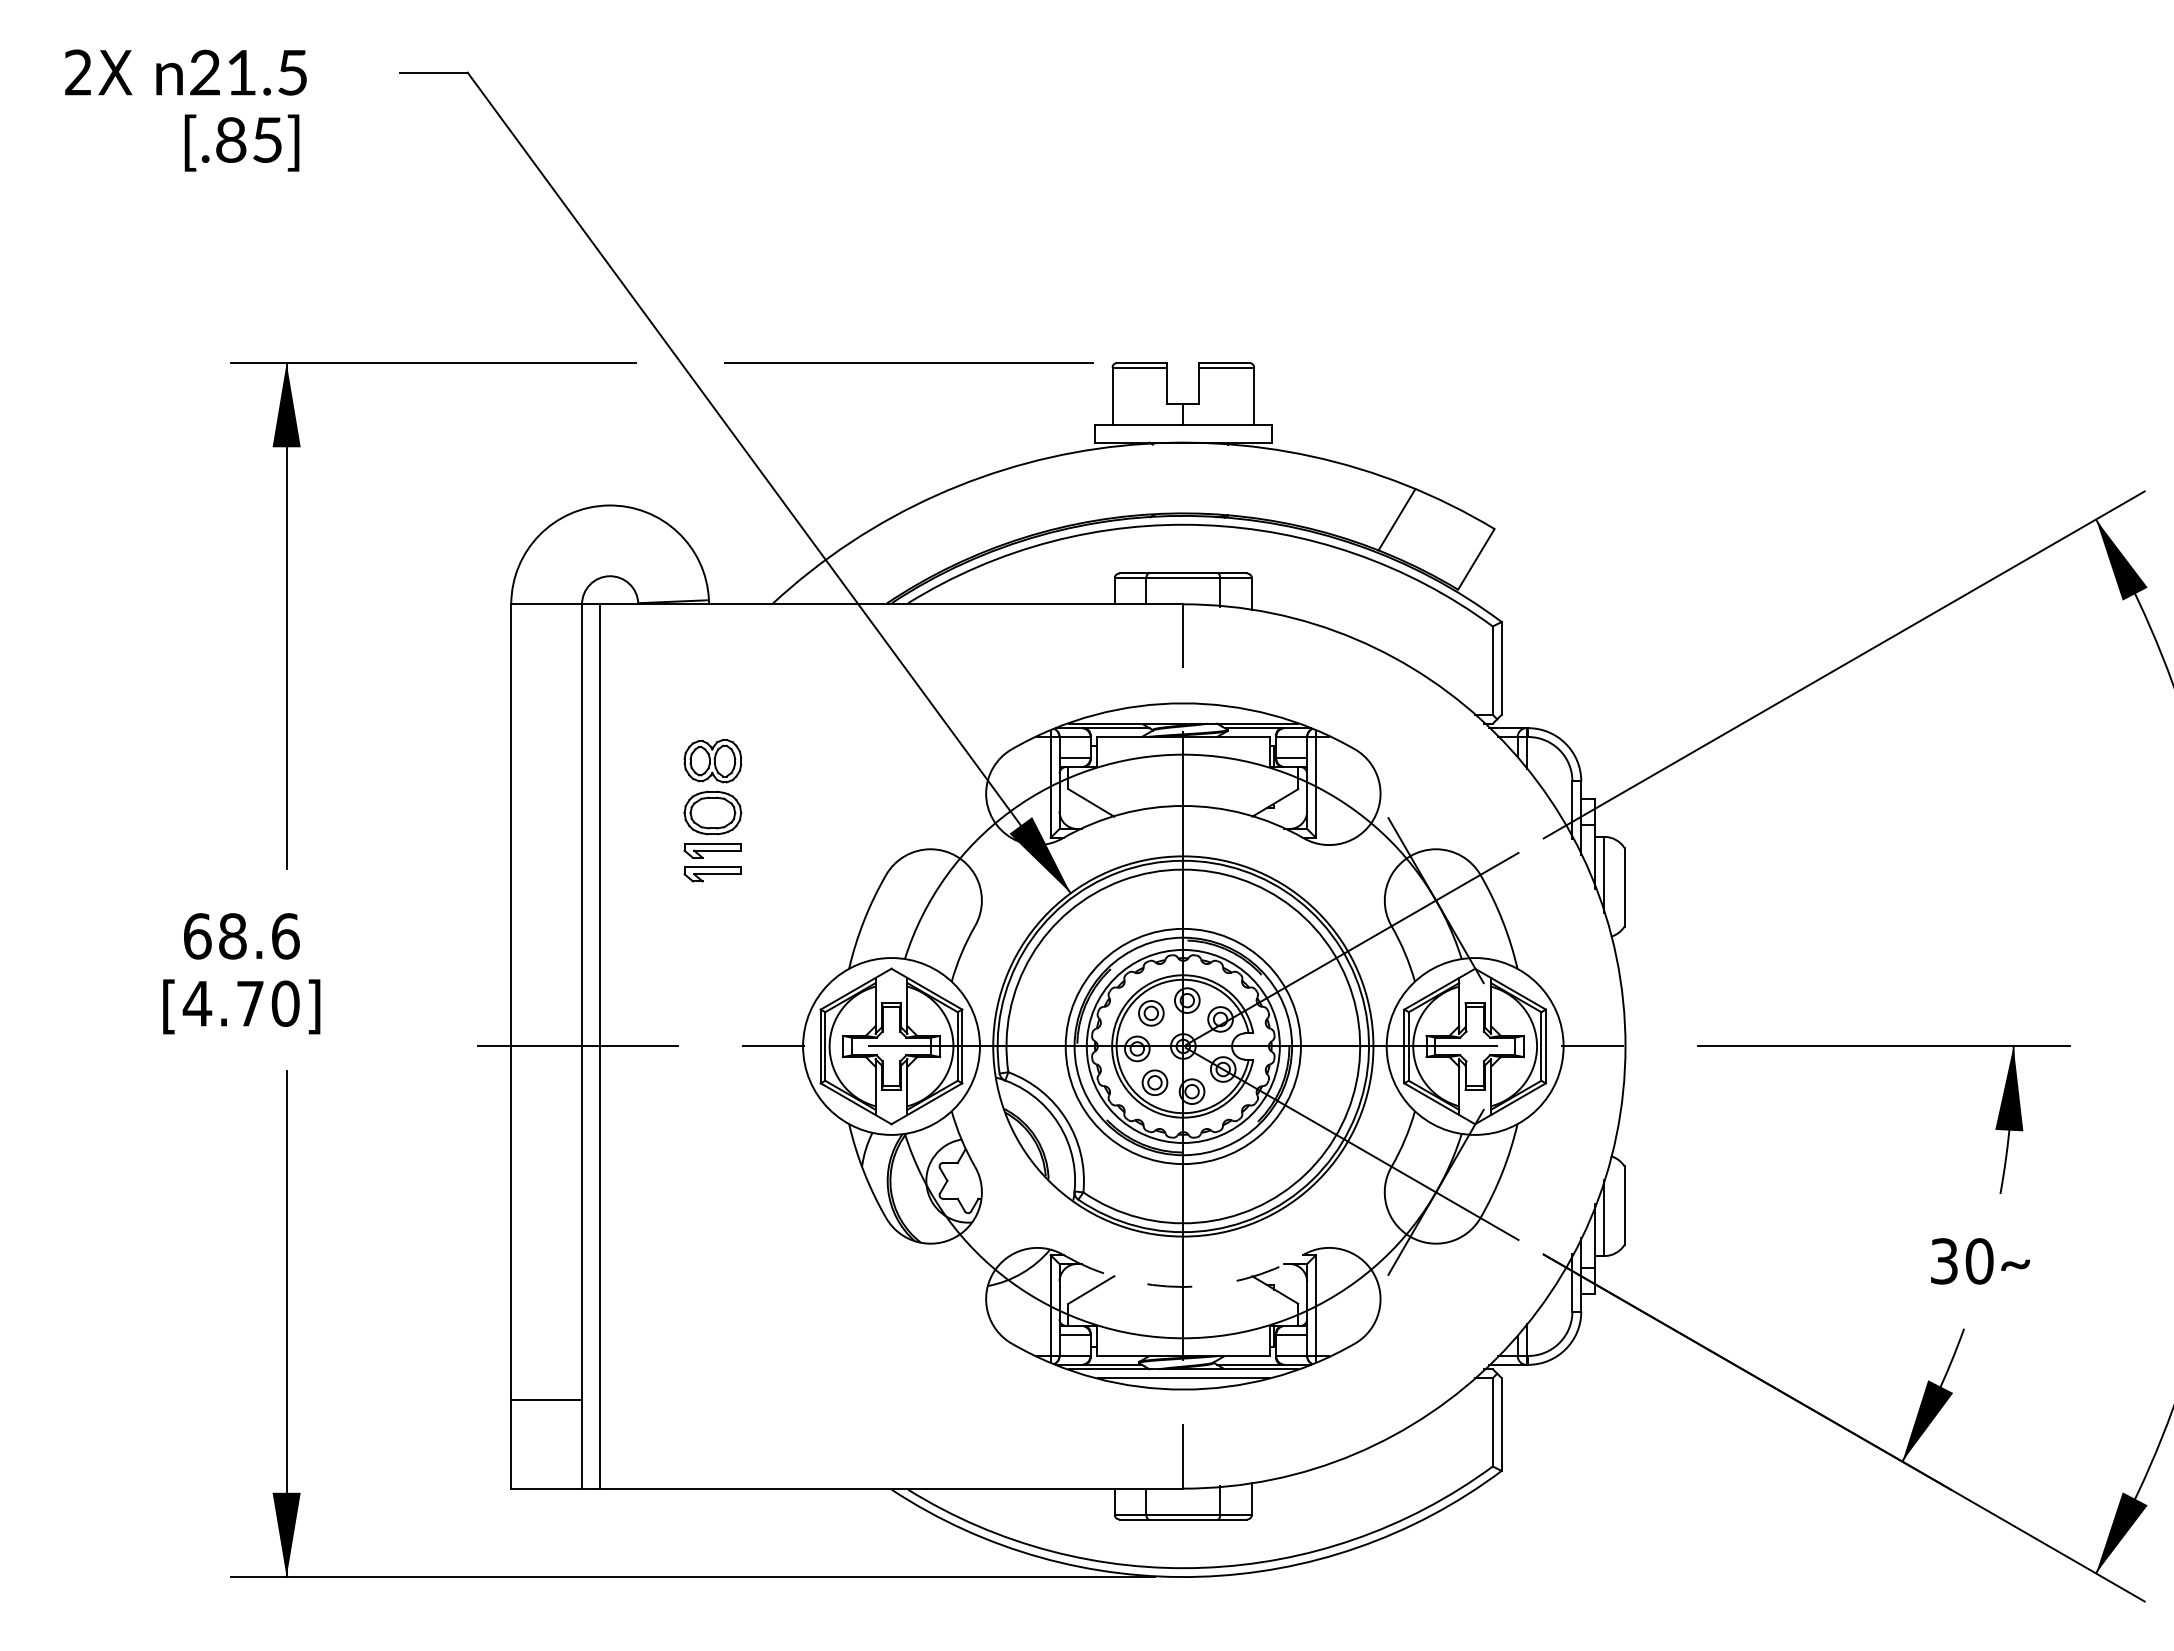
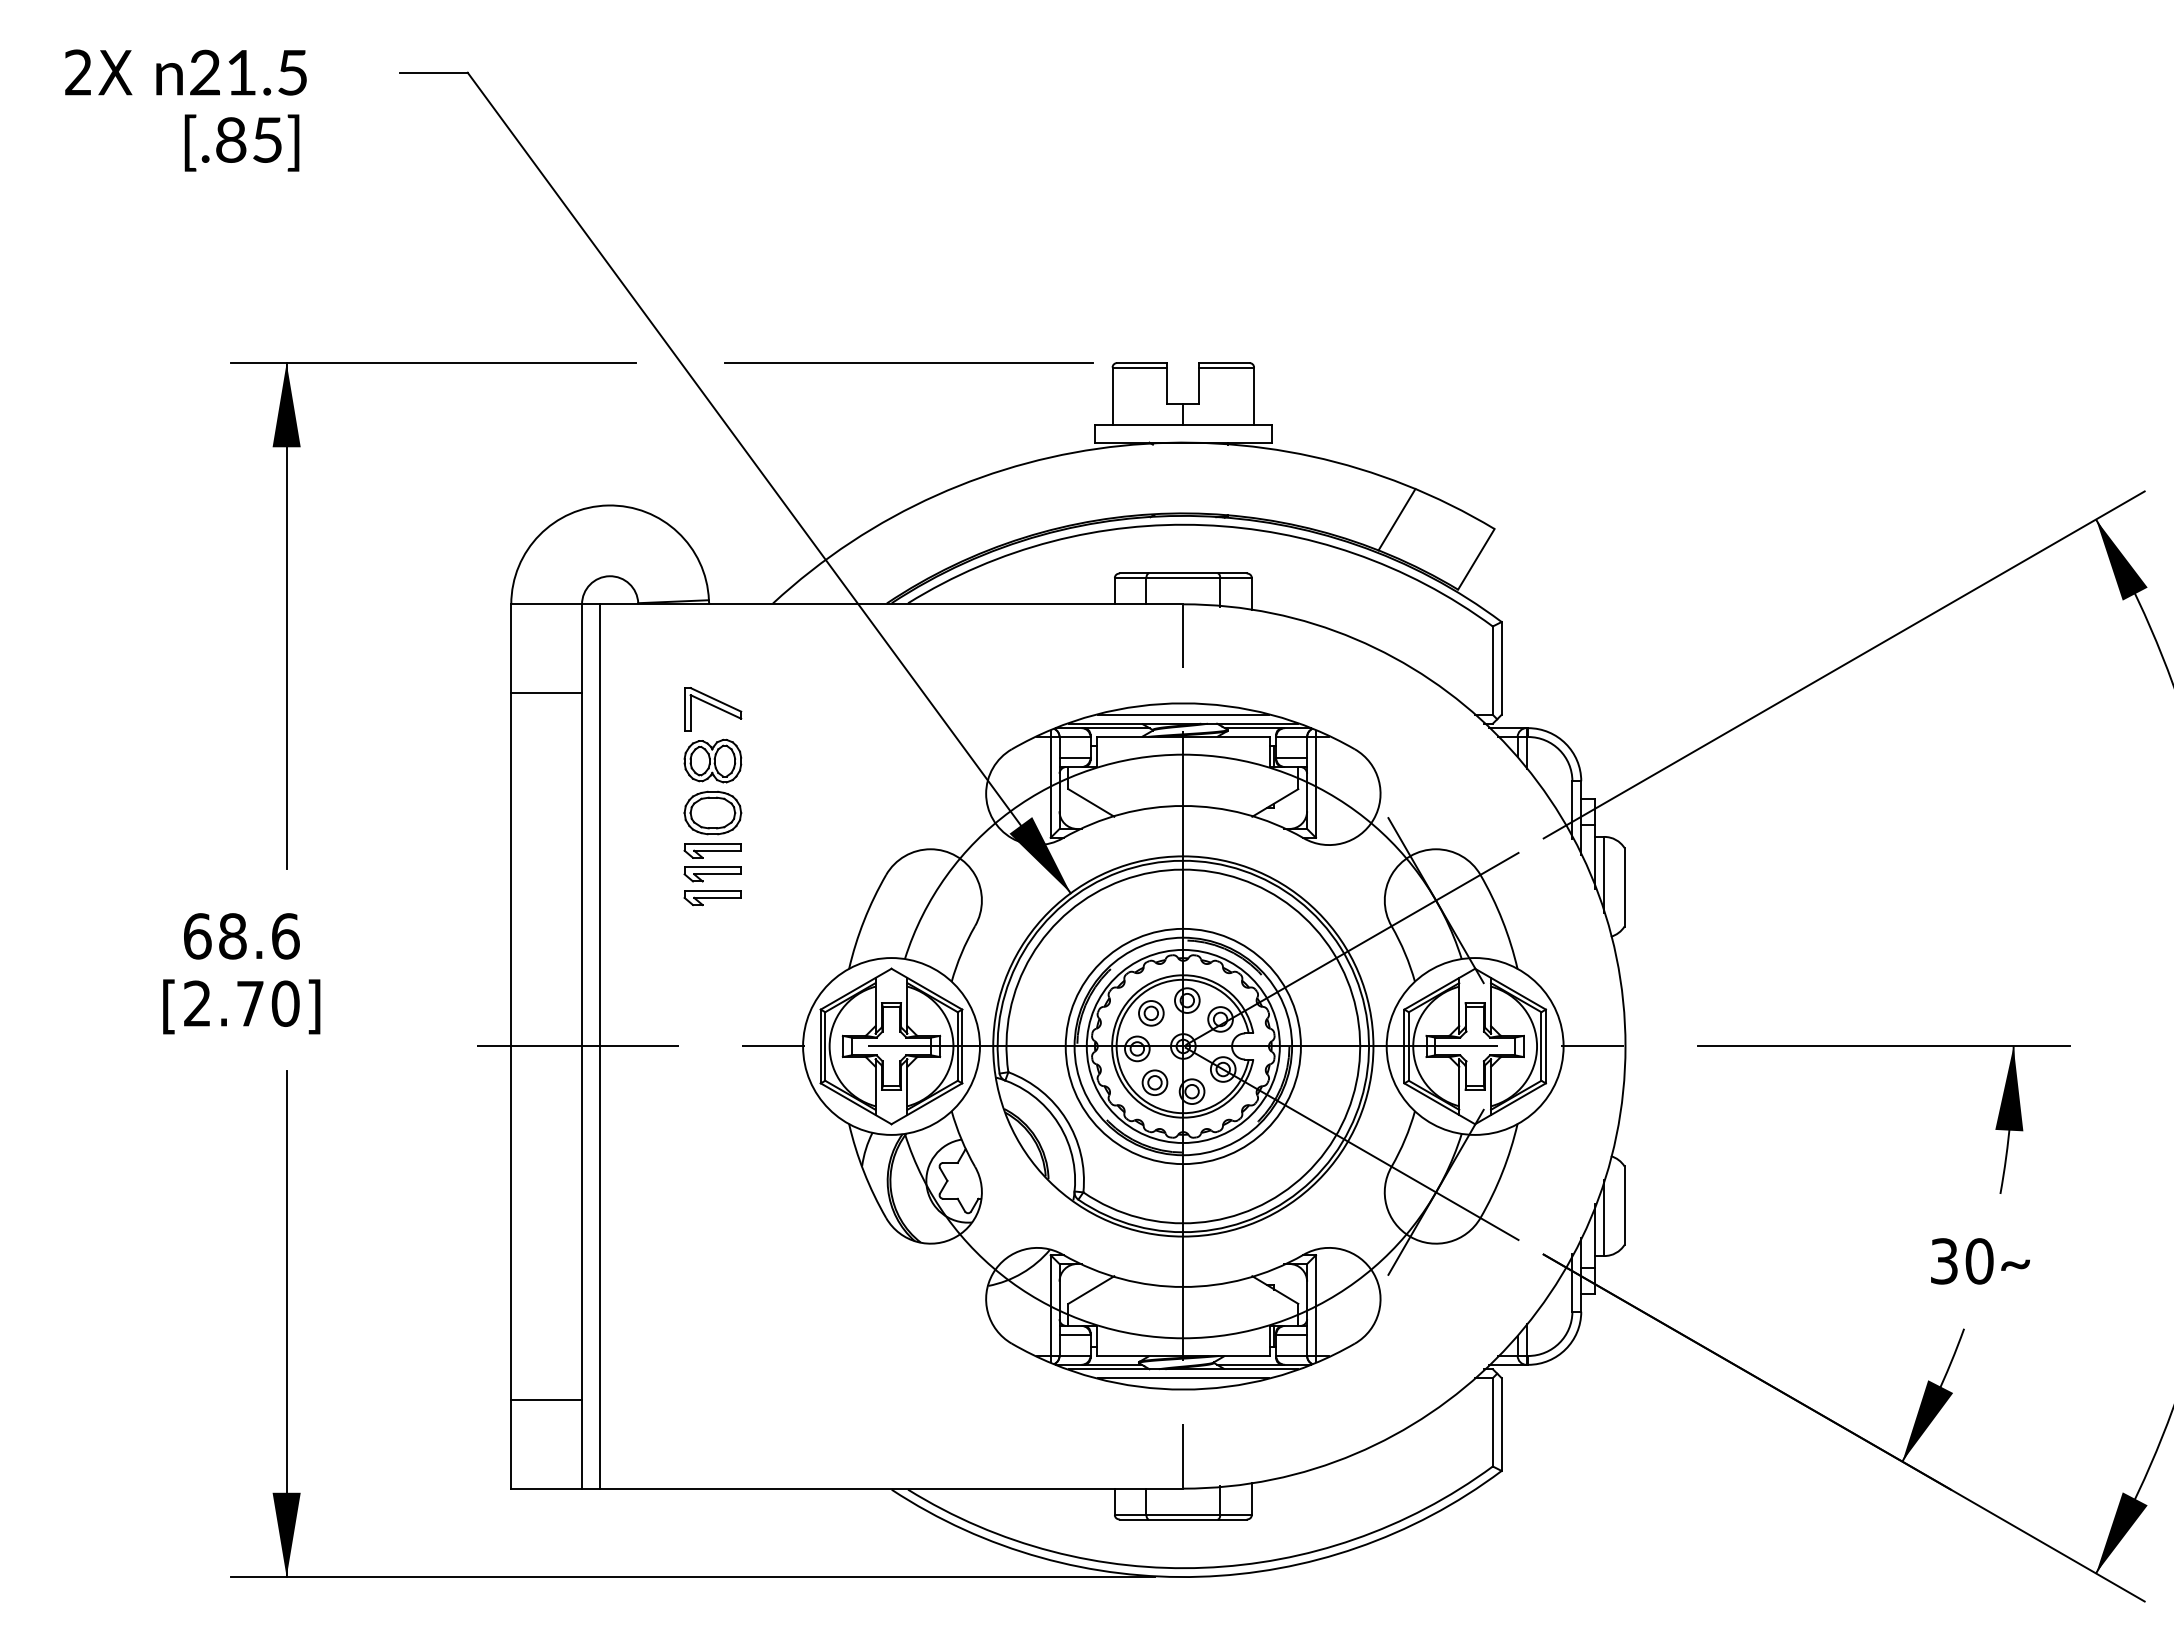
line at (546, 692): none -> present
part at (713, 709): none -> present
line at (1183, 714): none -> present
part at (712, 898): none -> present
text at (197, 1003): [4.70] -> [2.70]
arc at (1183, 1286): dashed -> solid
